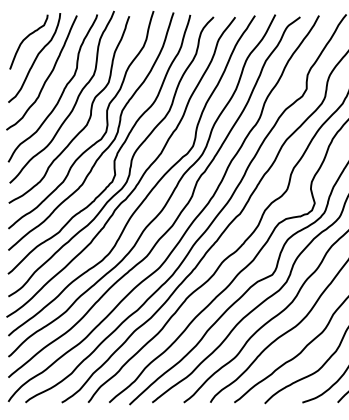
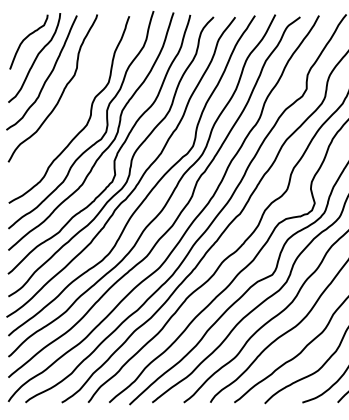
curve at (74, 103): present -> none
